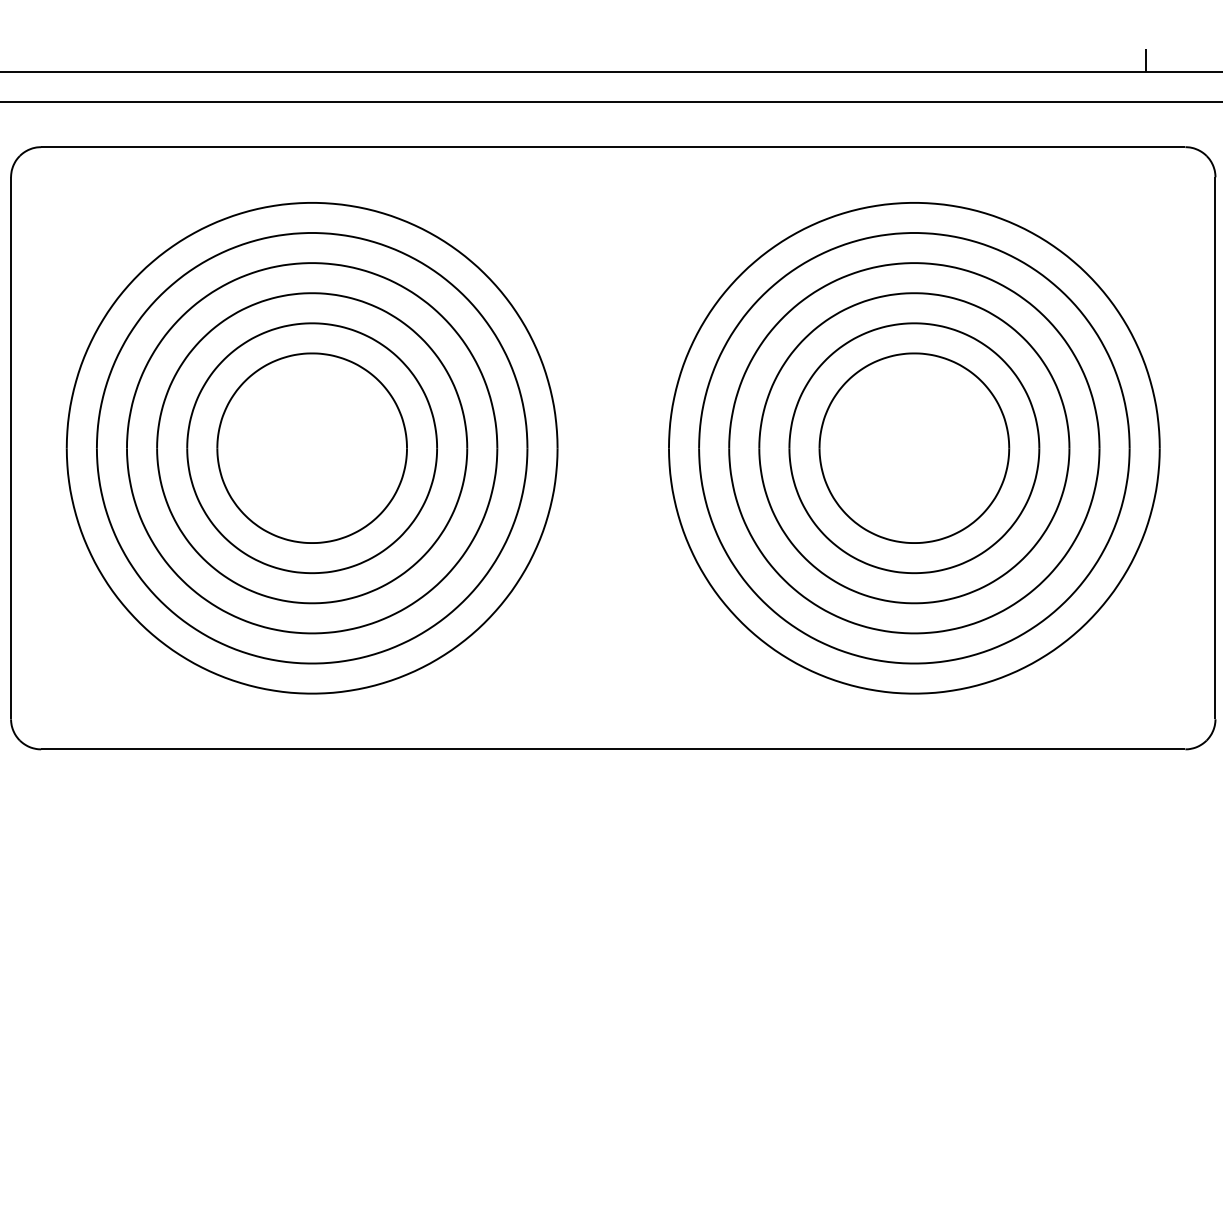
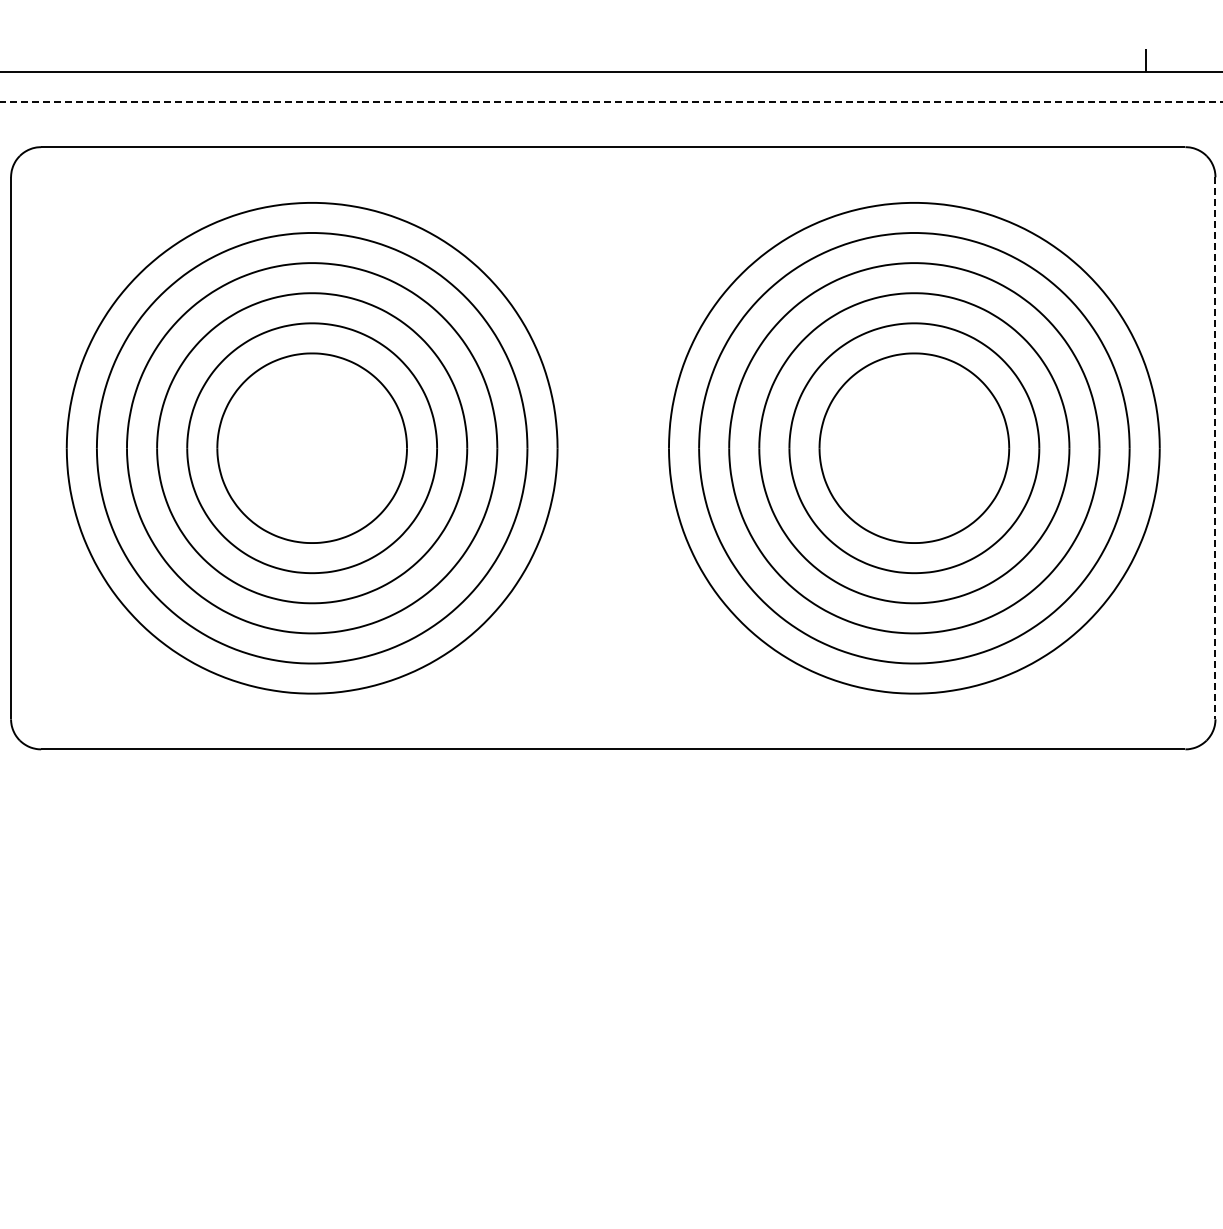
line at (611, 102): solid -> dashed
line at (1215, 448): solid -> dashed
